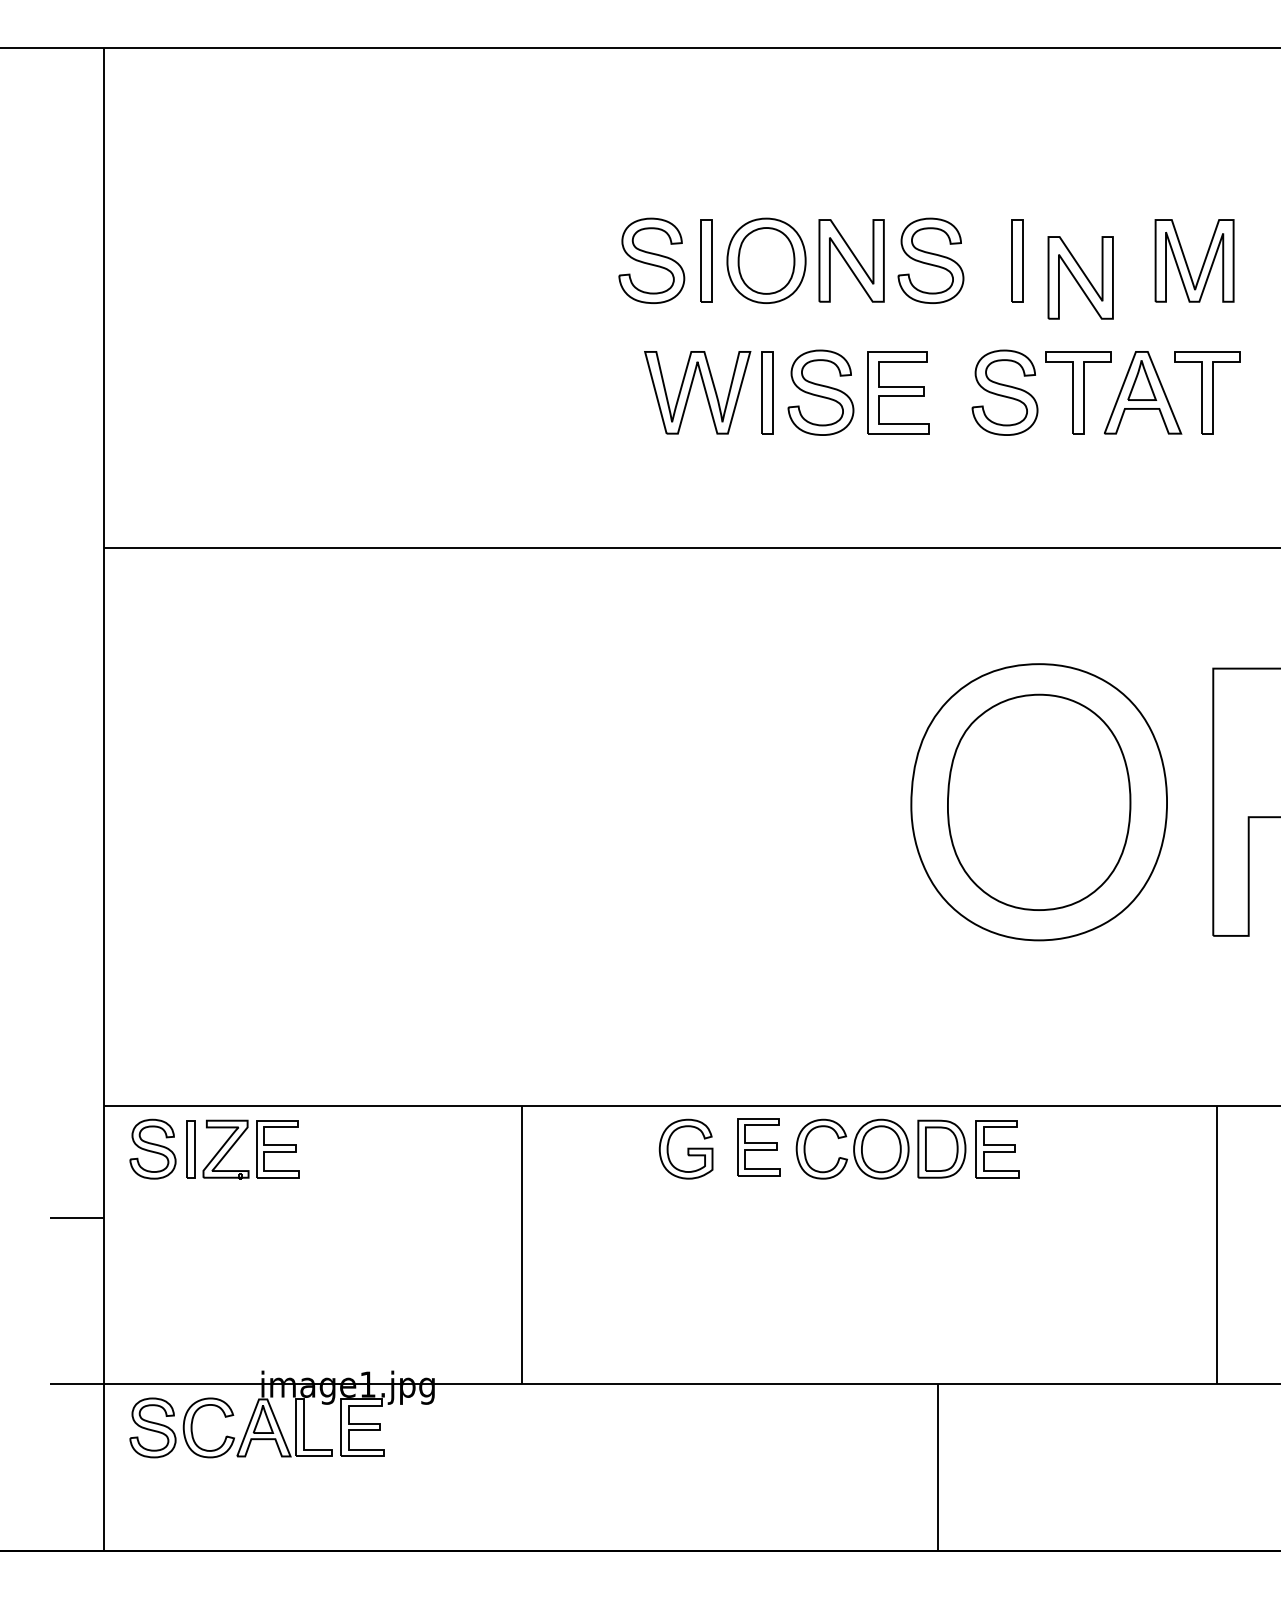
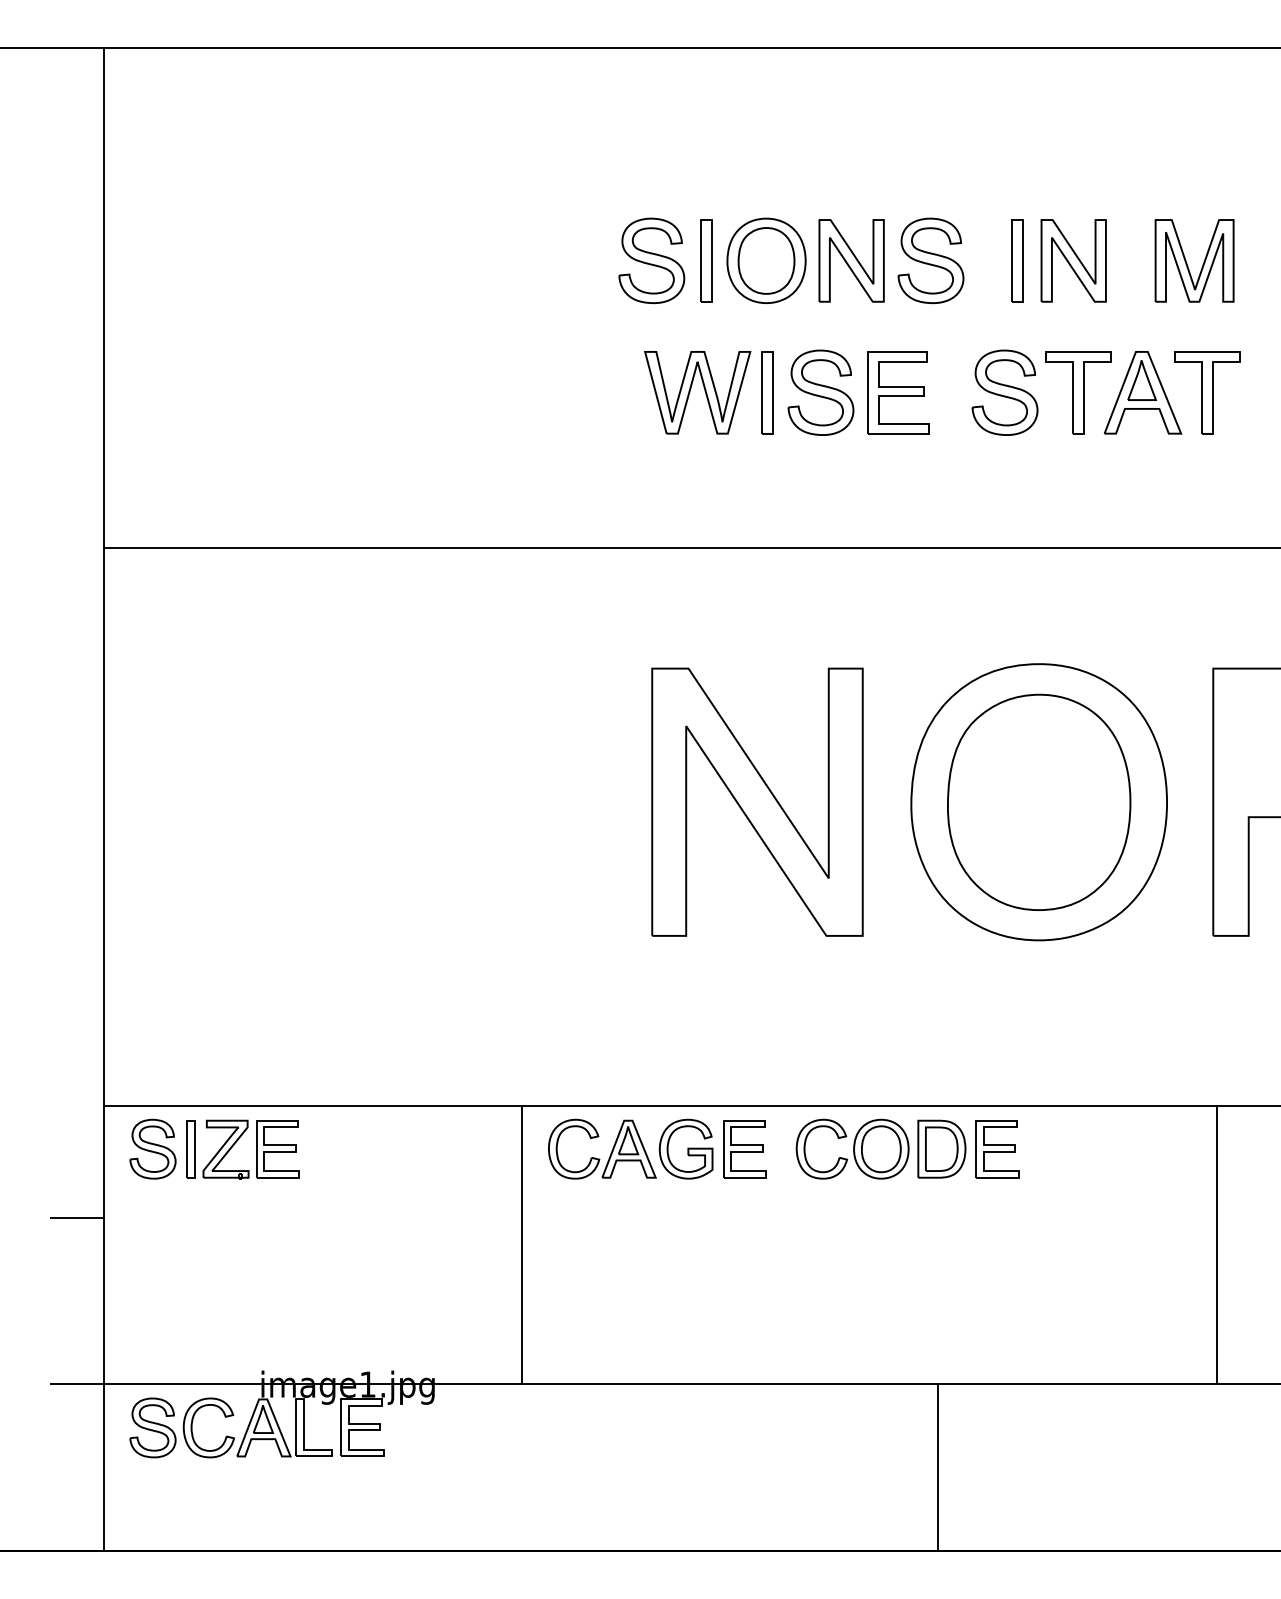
part at (1080, 277) position: (1080, 277) -> (1073, 260)
part at (757, 801): none -> present
part at (758, 1147) position: (758, 1147) -> (744, 1149)
part at (611, 1150): none -> present
